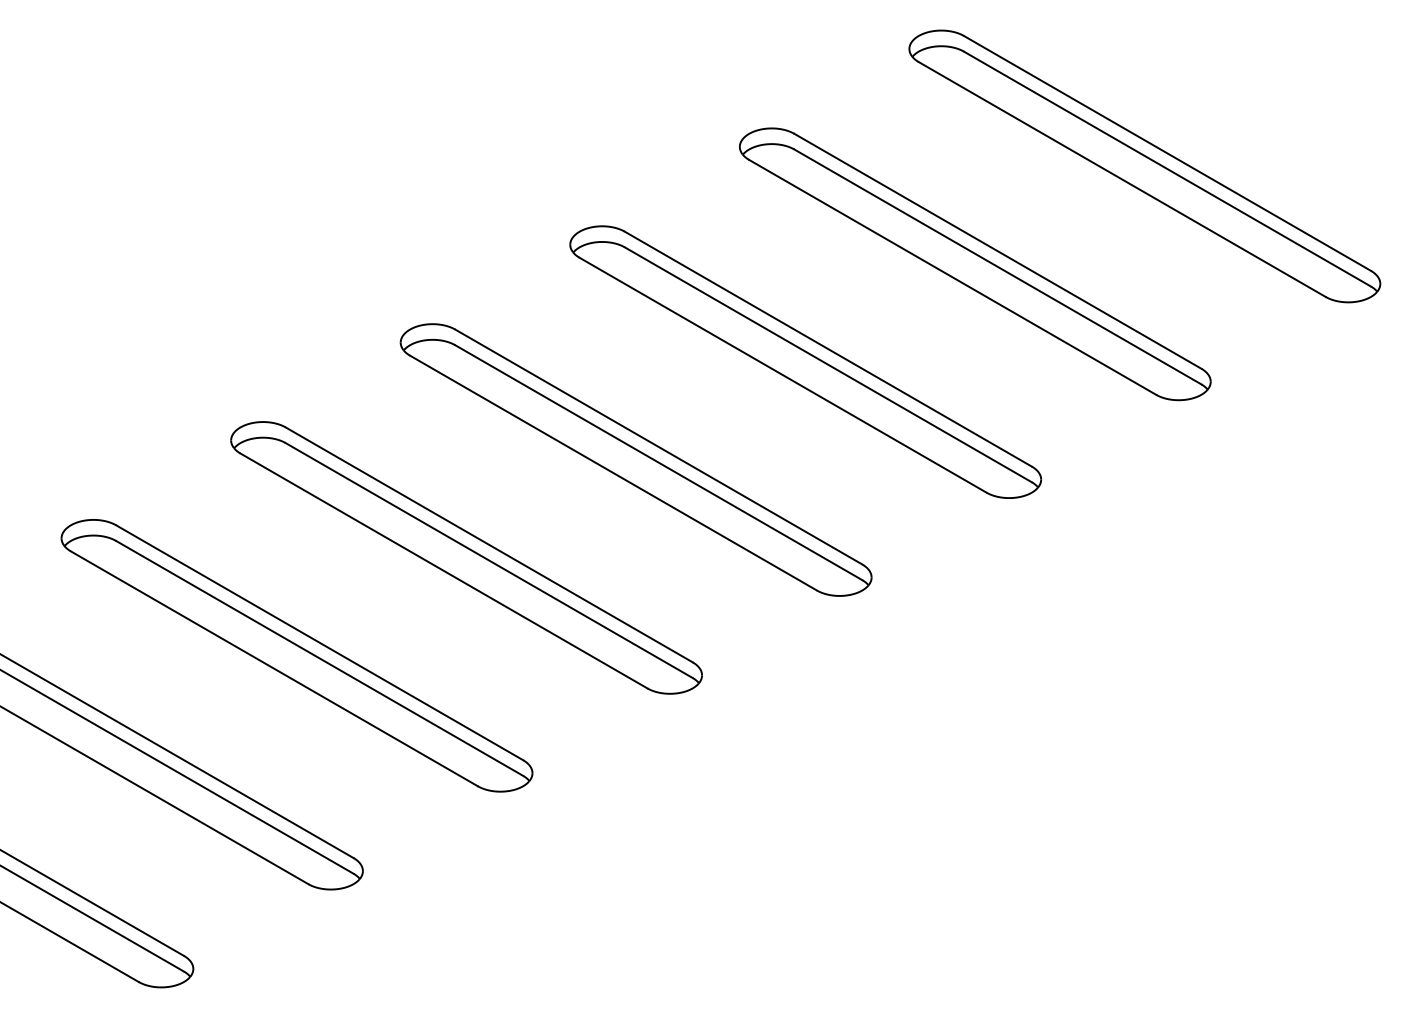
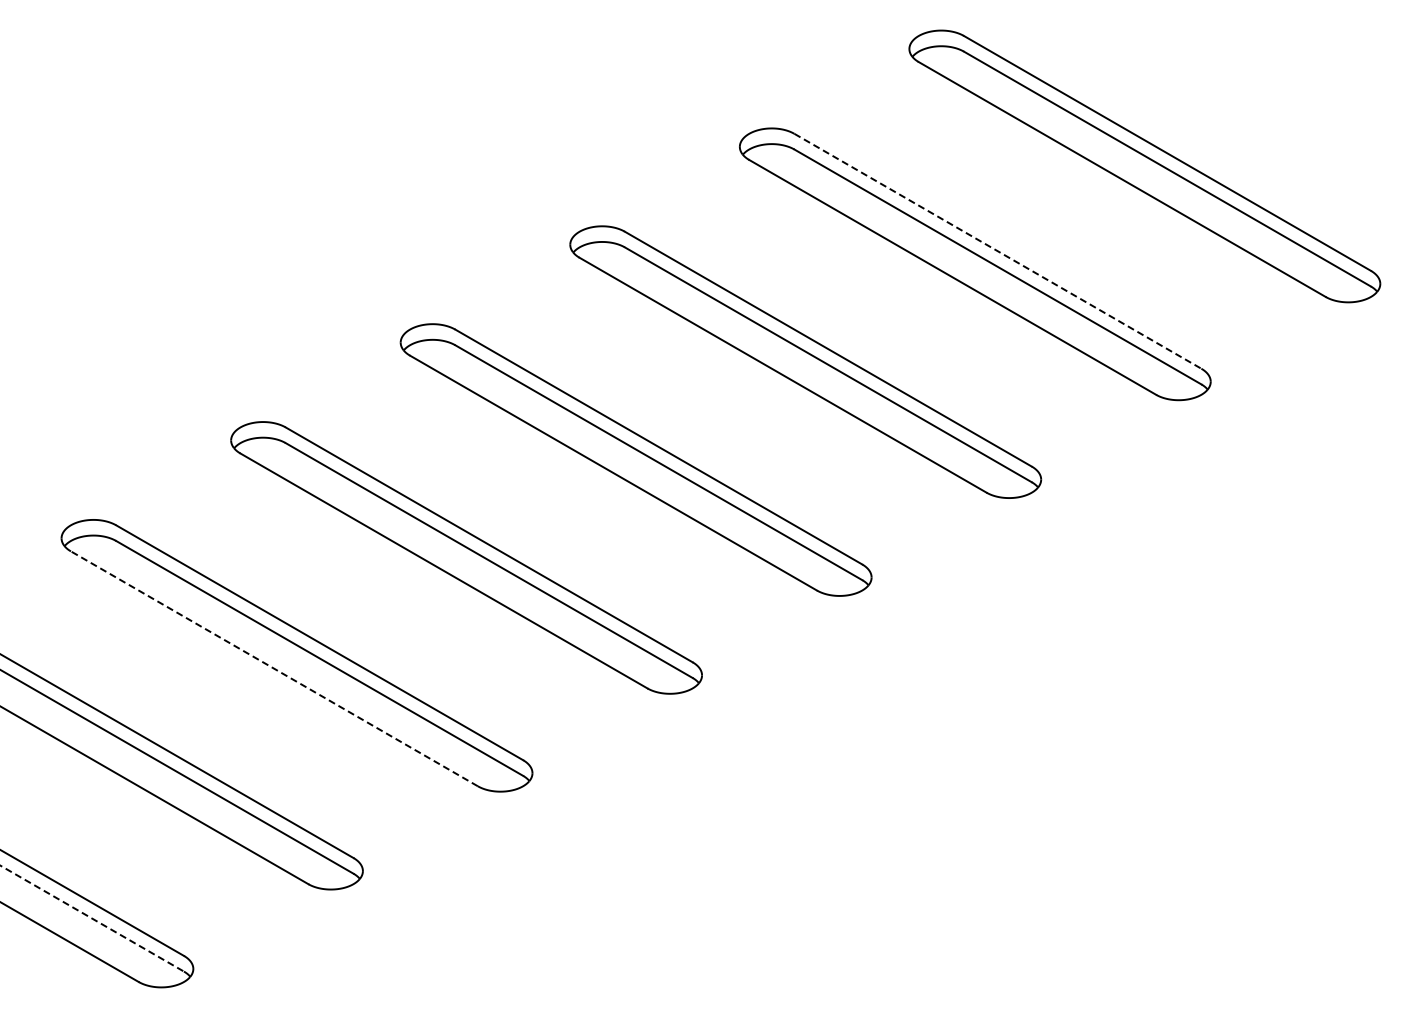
line at (997, 251): solid -> dashed
line at (274, 668): solid -> dashed
line at (92, 918): solid -> dashed
